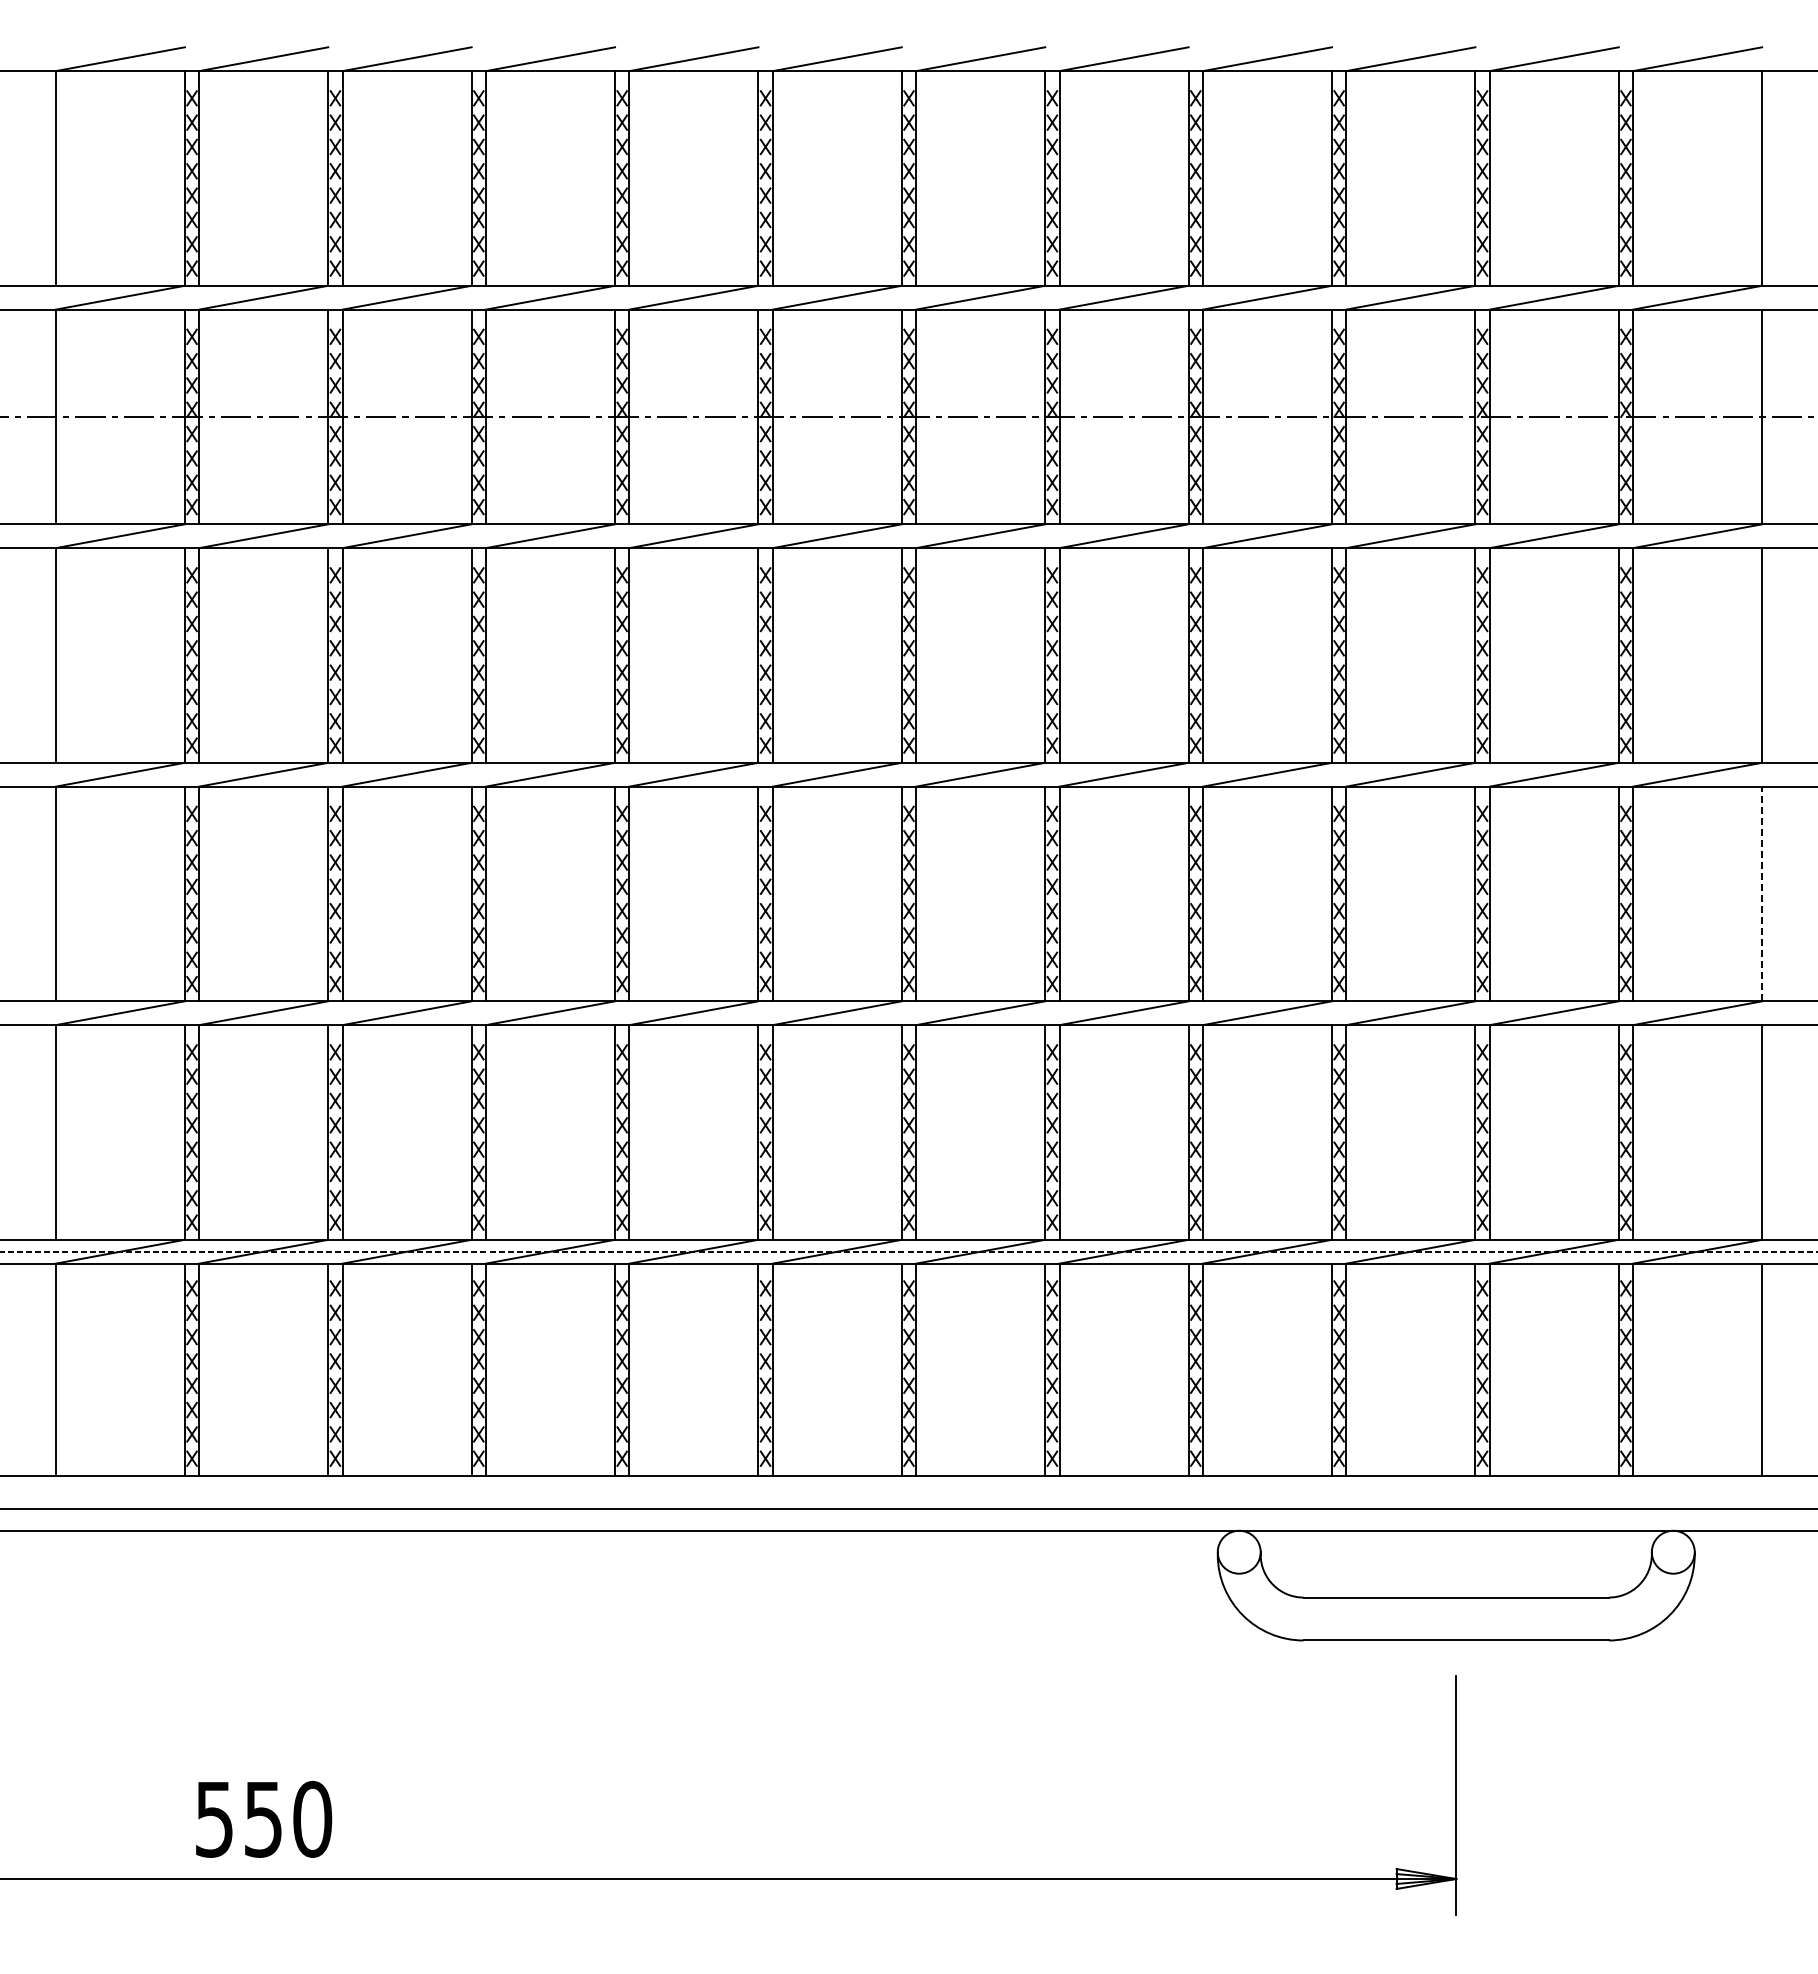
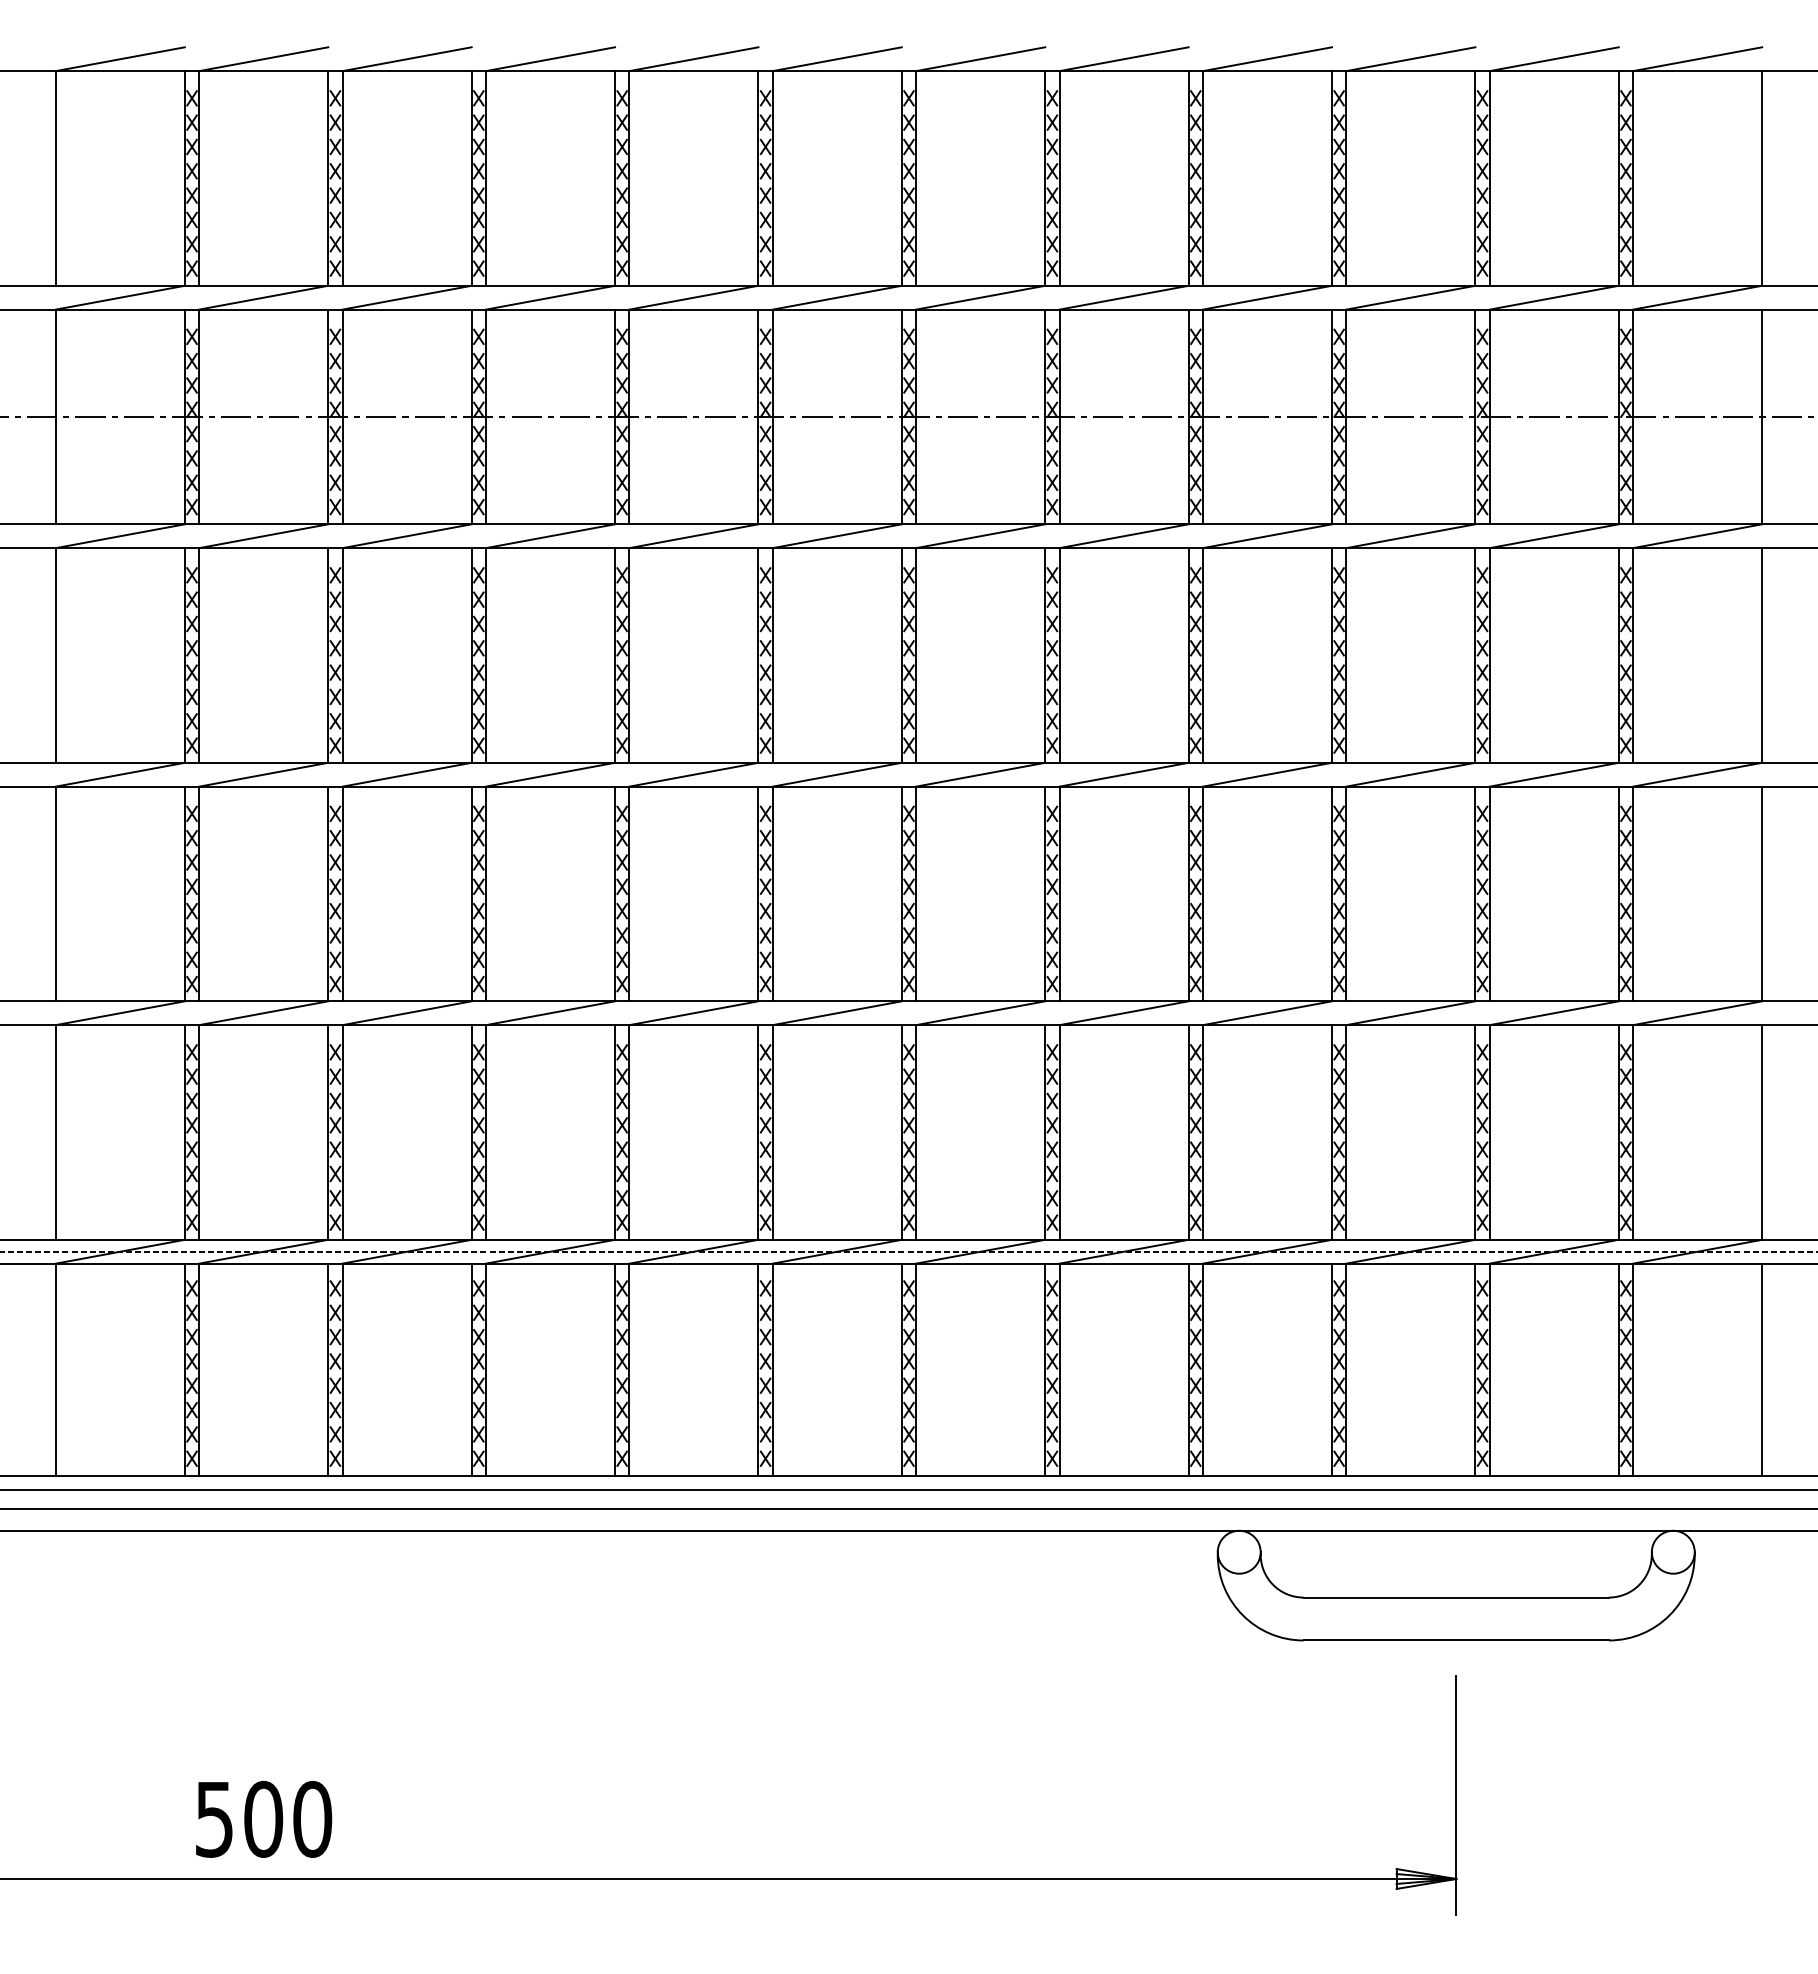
line at (1762, 893): dashed -> solid
line at (908, 1490): none -> present
text at (263, 1818): 550 -> 500
